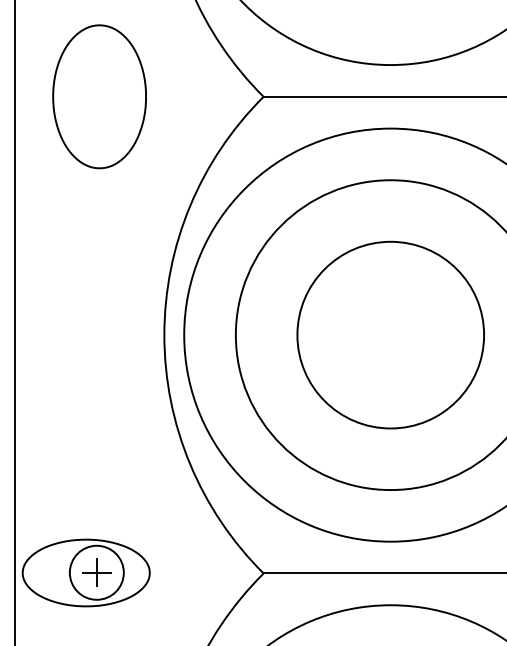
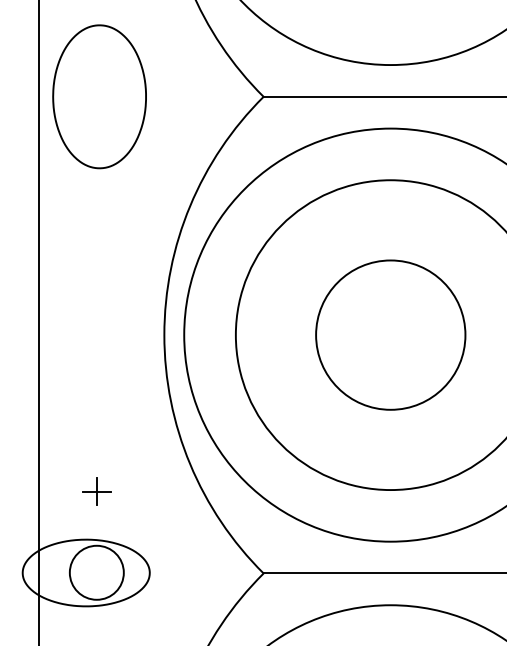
line at (15, 322) position: (15, 322) -> (39, 322)
circle at (390, 334) diameter: 187 px -> 149 px
part at (96, 572) position: (96, 572) -> (96, 491)
